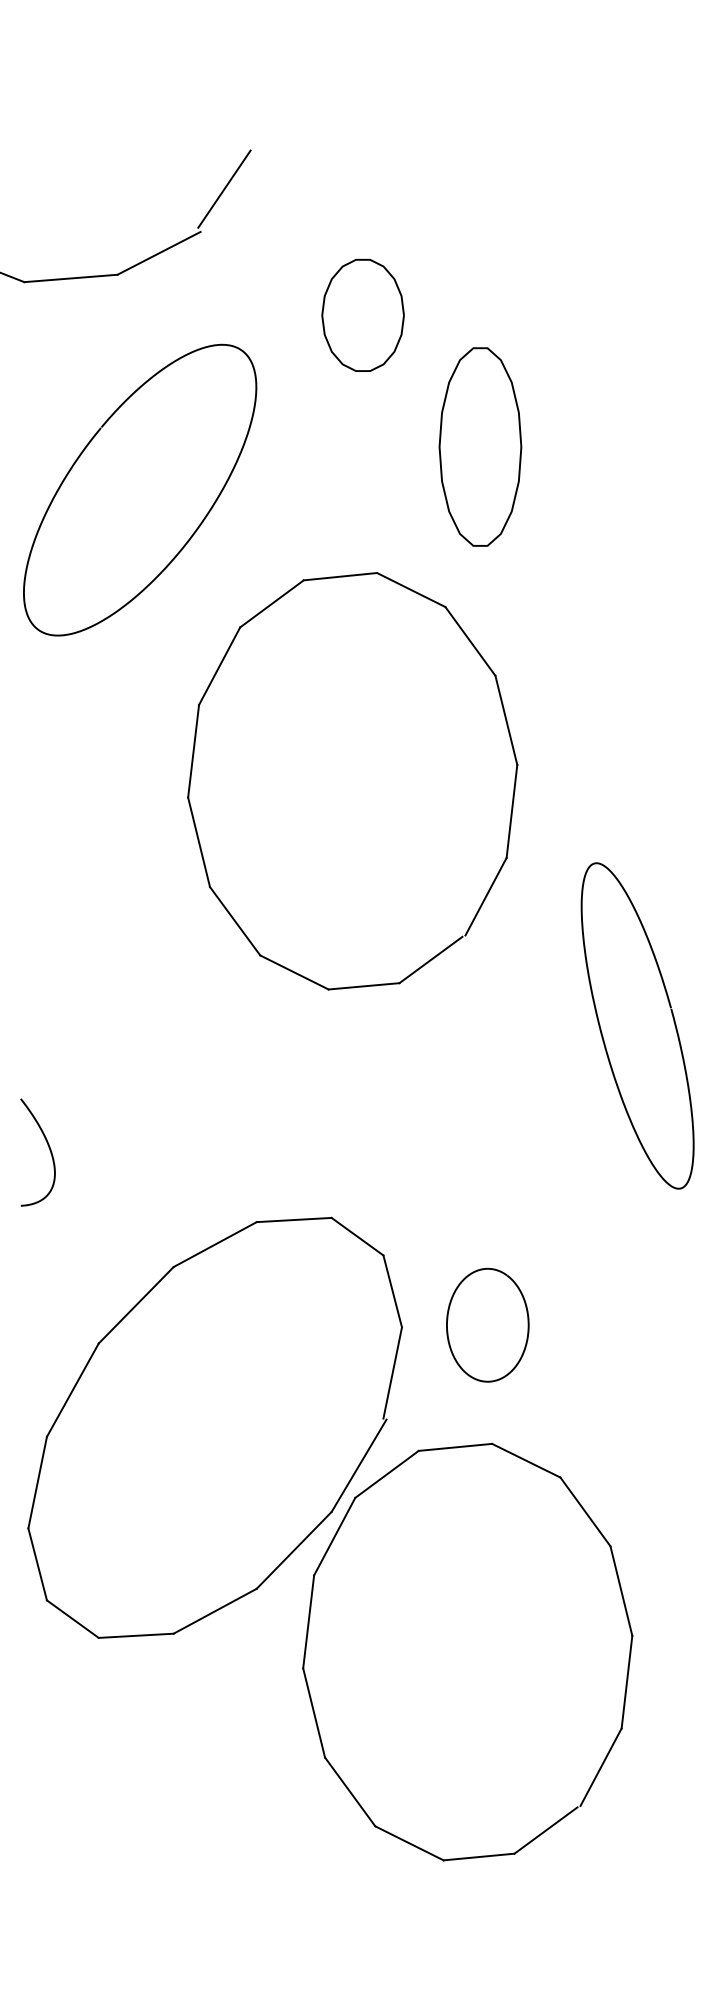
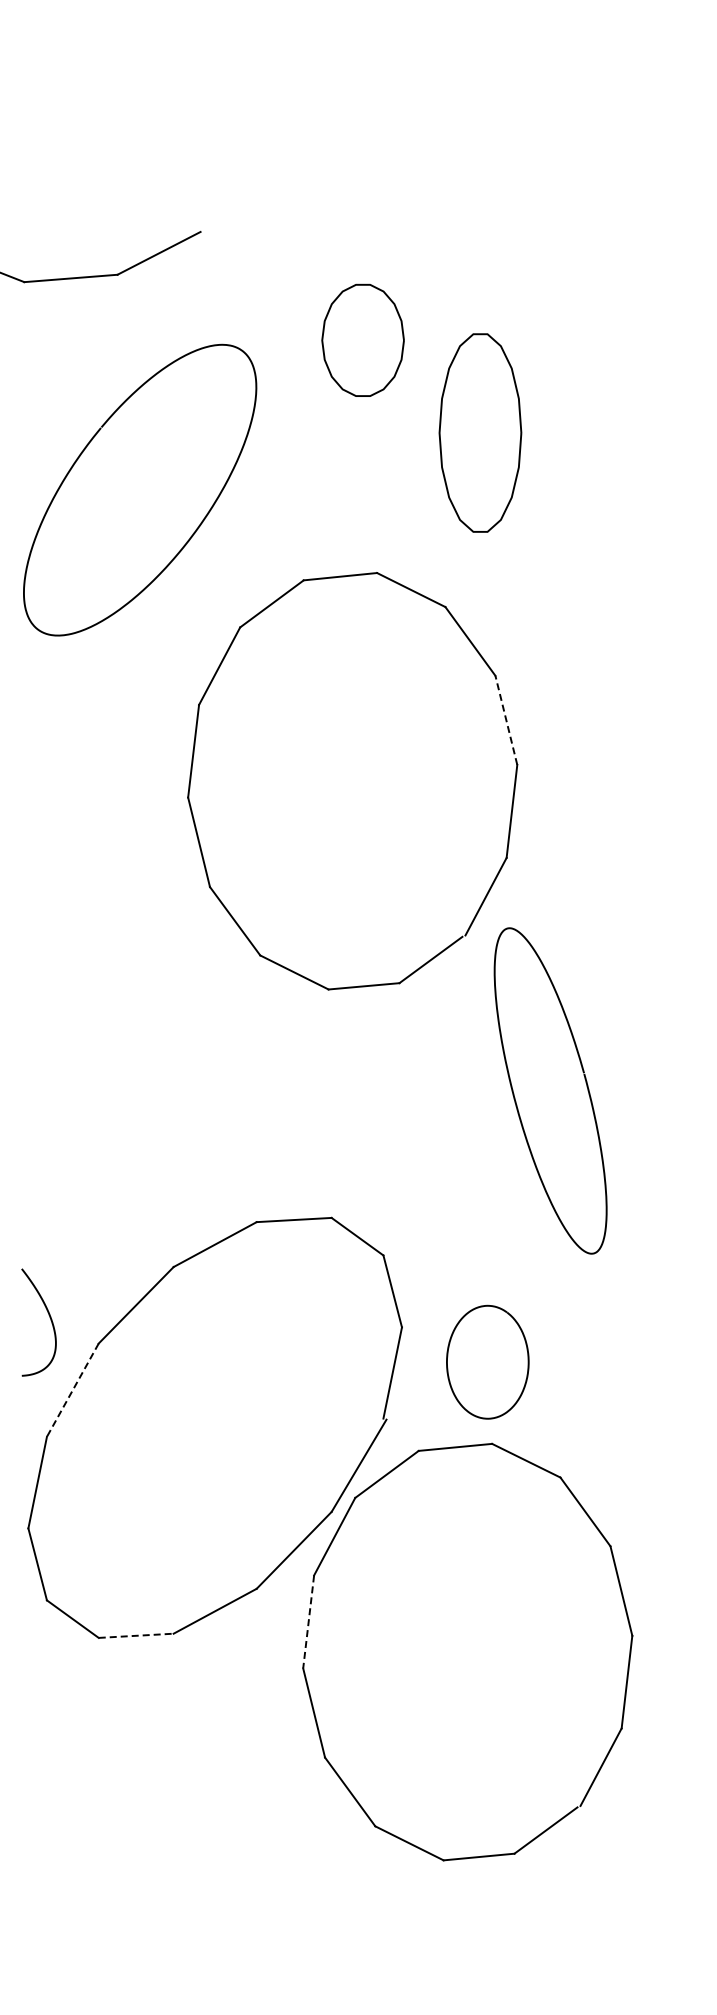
line at (224, 188): present -> none
part at (362, 314) position: (362, 314) -> (362, 339)
part at (480, 446) position: (480, 446) -> (480, 432)
line at (506, 720): solid -> dashed
curve at (672, 1018) position: (672, 1018) -> (585, 1083)
curve at (48, 1147) position: (48, 1147) -> (49, 1317)
curve at (448, 1319) position: (448, 1319) -> (448, 1356)
line at (72, 1390): solid -> dashed
line at (308, 1621): solid -> dashed
line at (136, 1635): solid -> dashed
